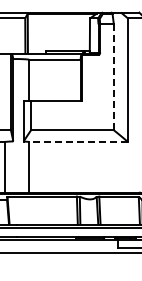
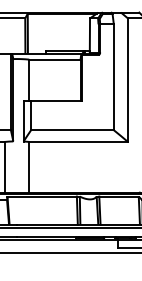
line at (113, 77): dashed -> solid
line at (78, 141): dashed -> solid
